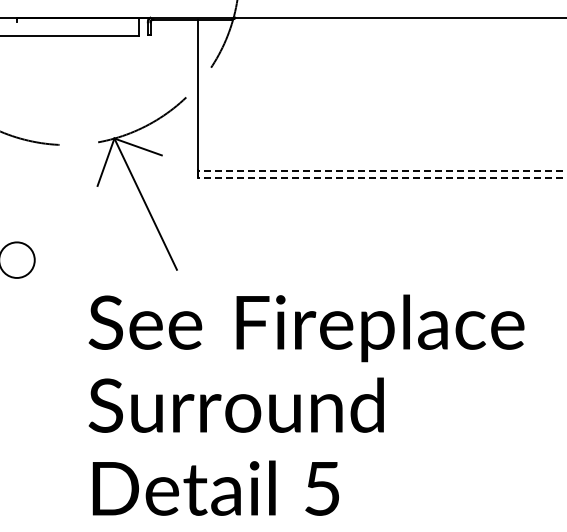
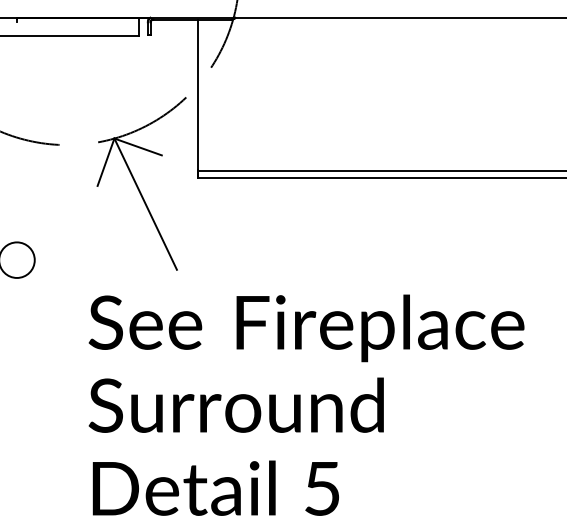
line at (382, 170): dashed -> solid
line at (382, 177): dashed -> solid
